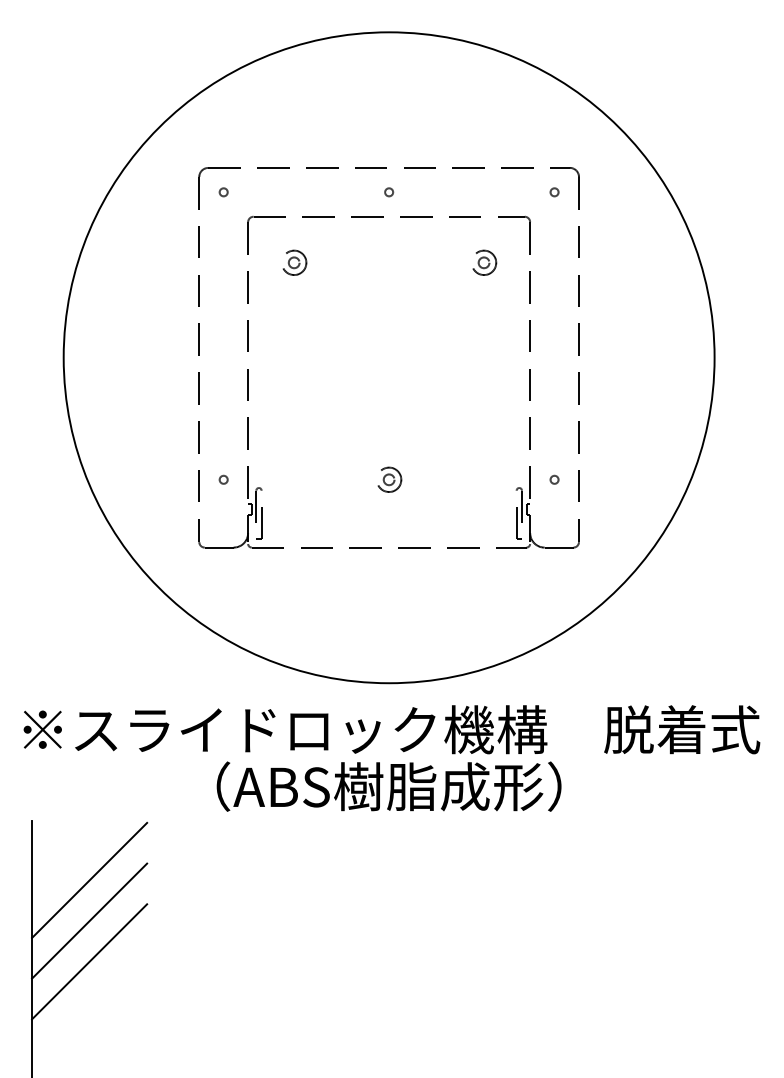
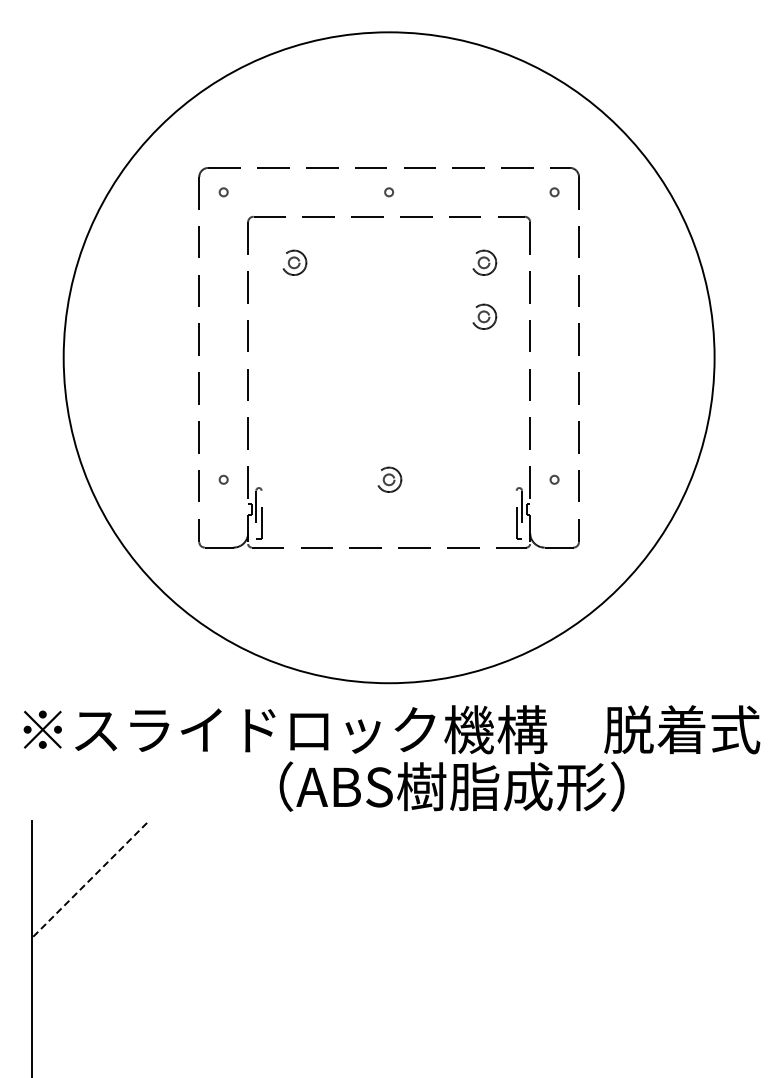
part at (484, 316): none -> present
text at (388, 786) position: (388, 786) -> (451, 786)
line at (89, 880): solid -> dashed
line at (89, 920): present -> none
line at (89, 961): present -> none
